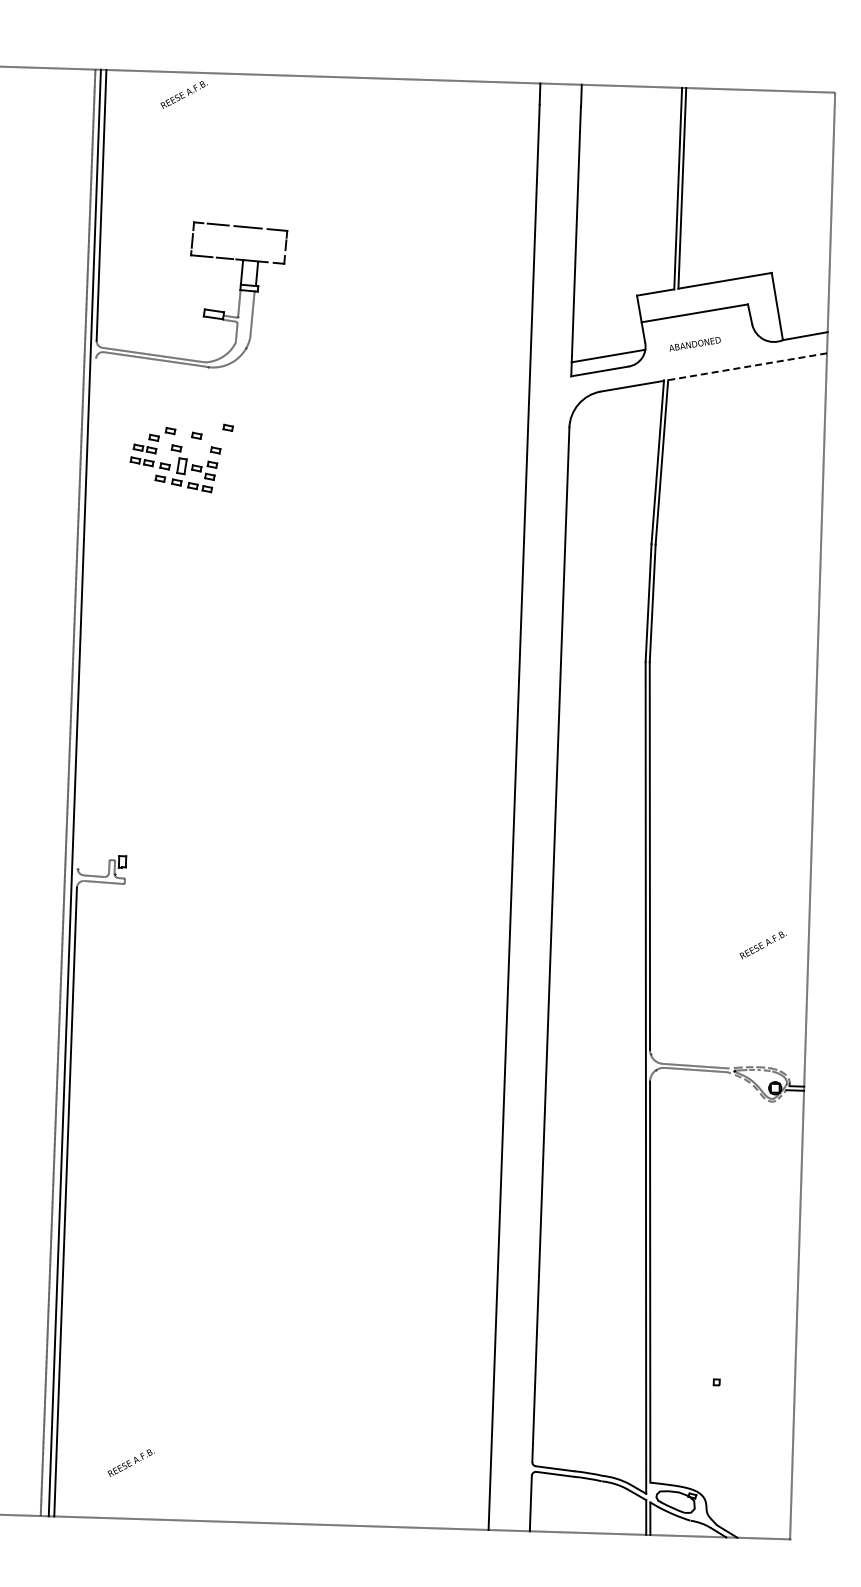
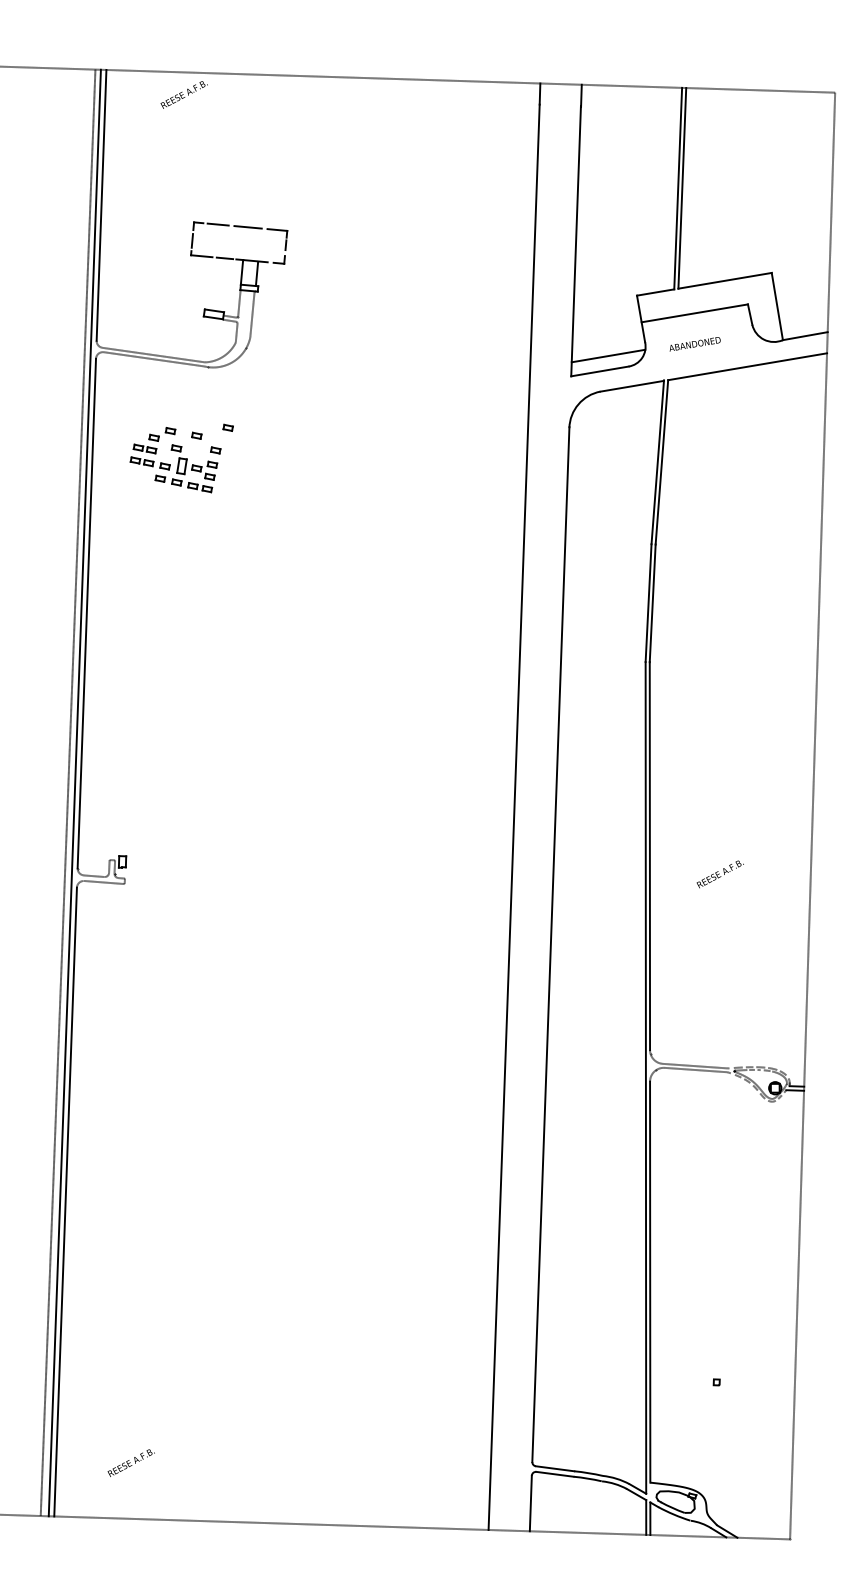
line at (747, 366): dashed -> solid
line at (86, 613): none -> present
text at (762, 945) position: (762, 945) -> (719, 874)
